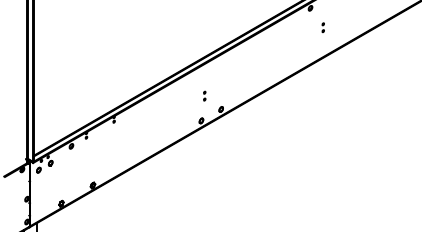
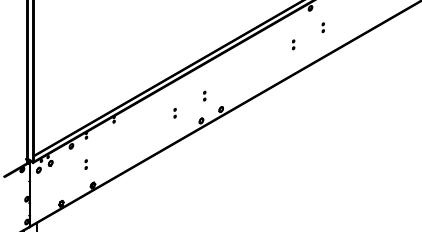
part at (293, 44): none -> present
part at (174, 112): none -> present
part at (85, 164): none -> present
